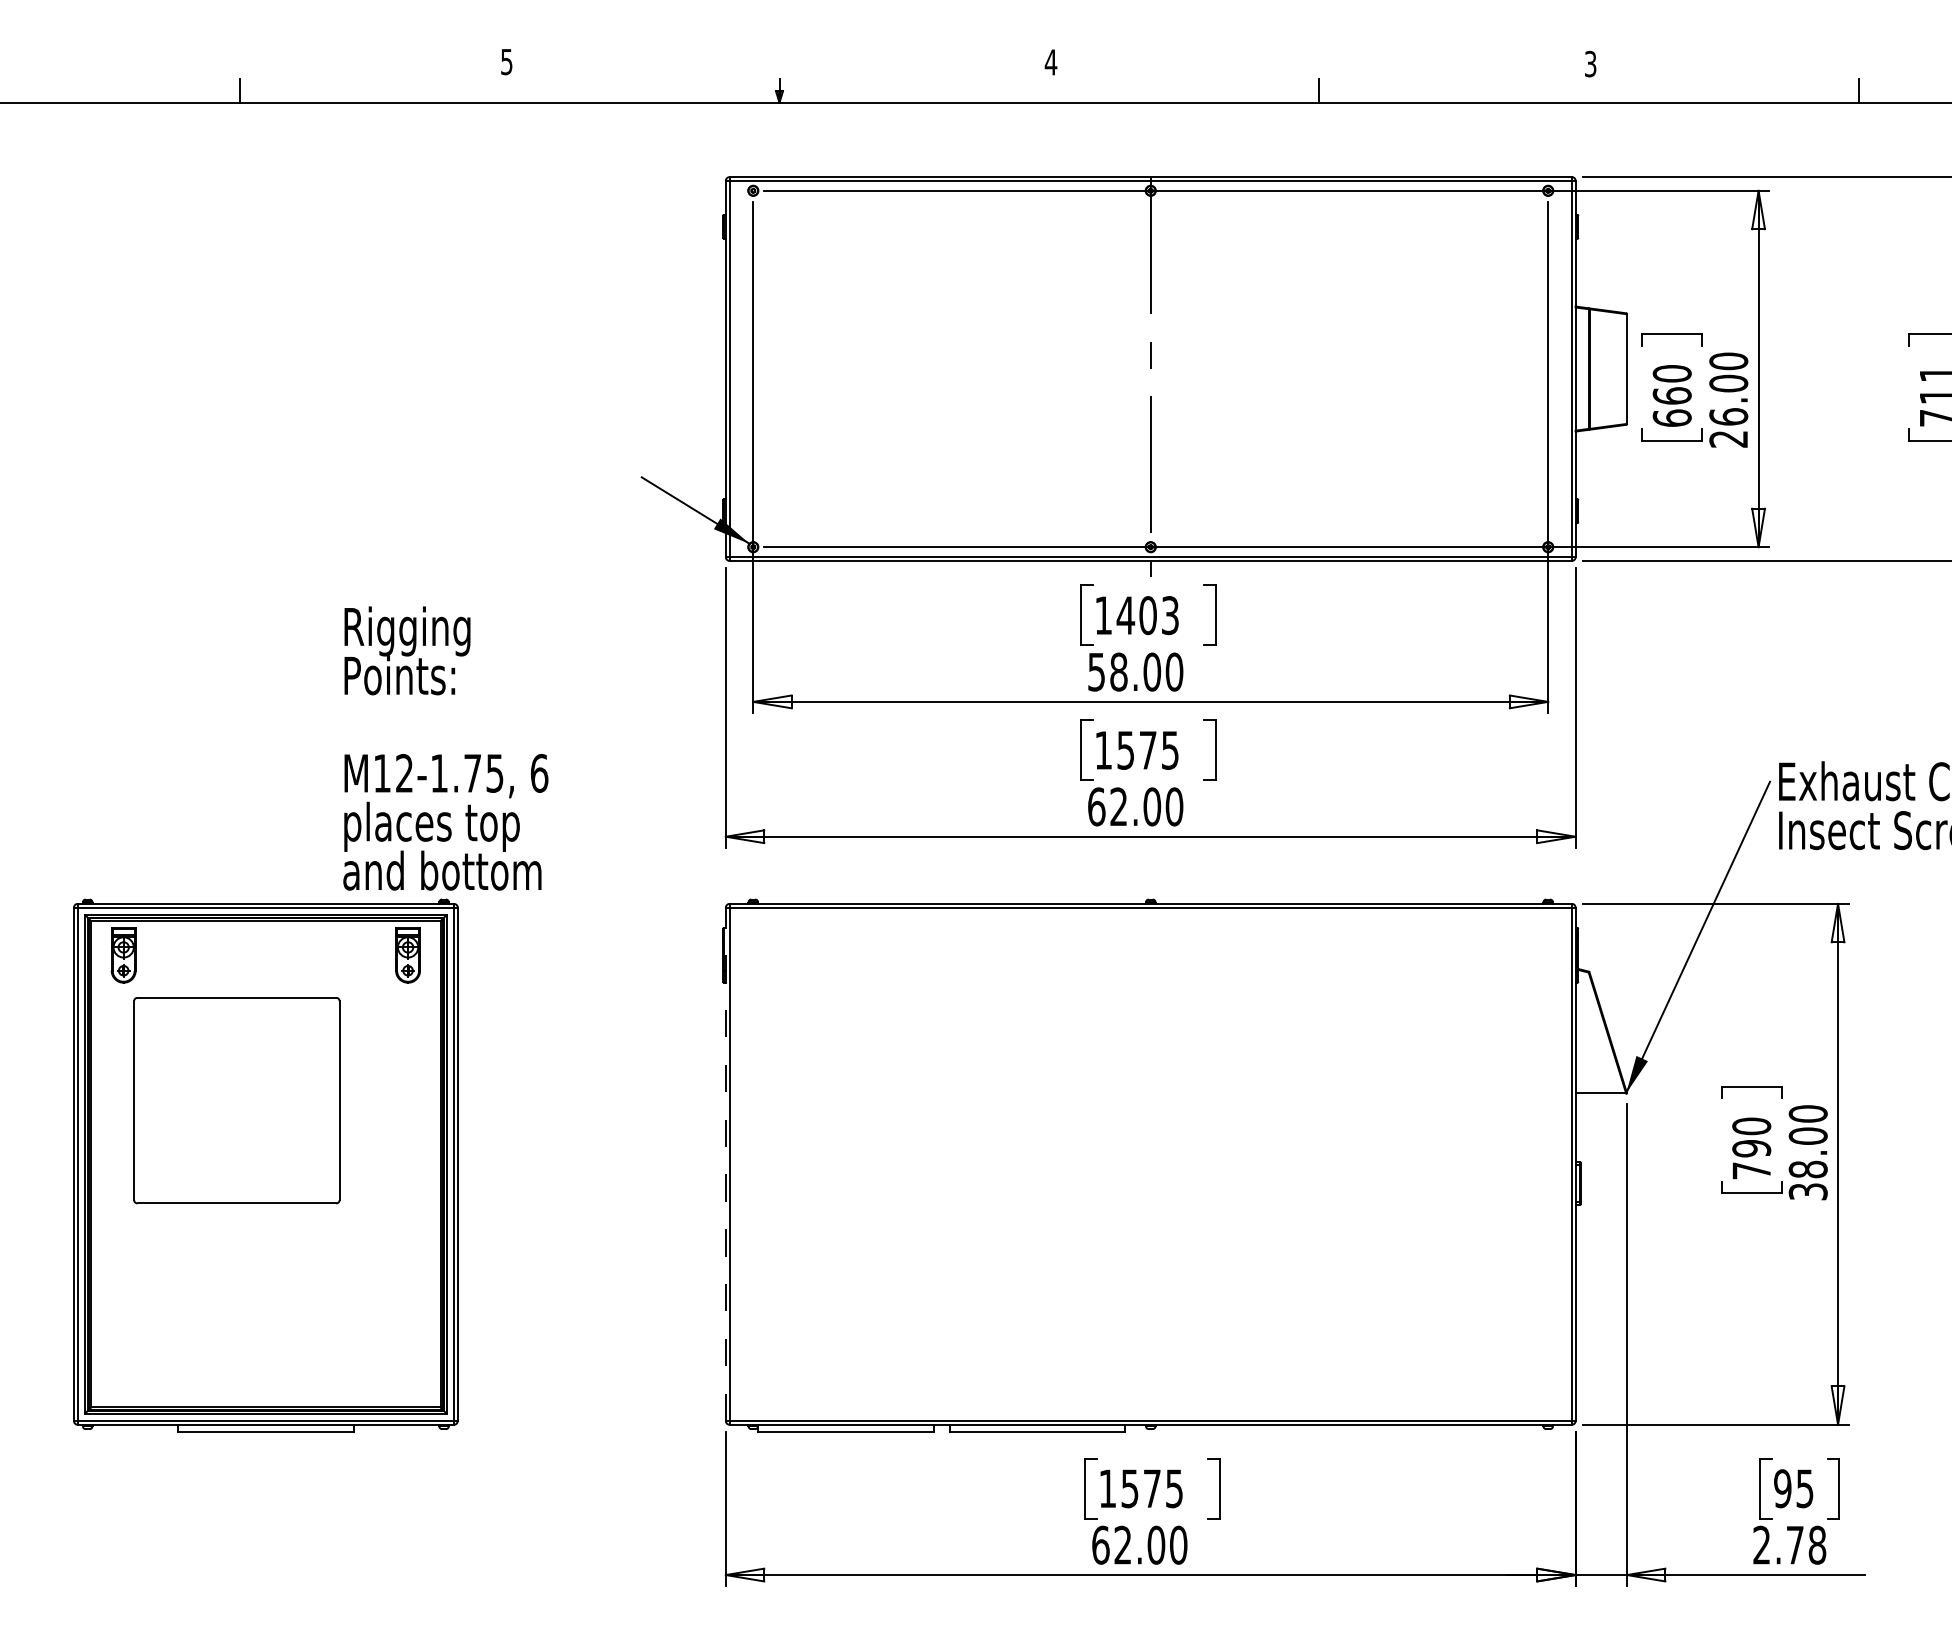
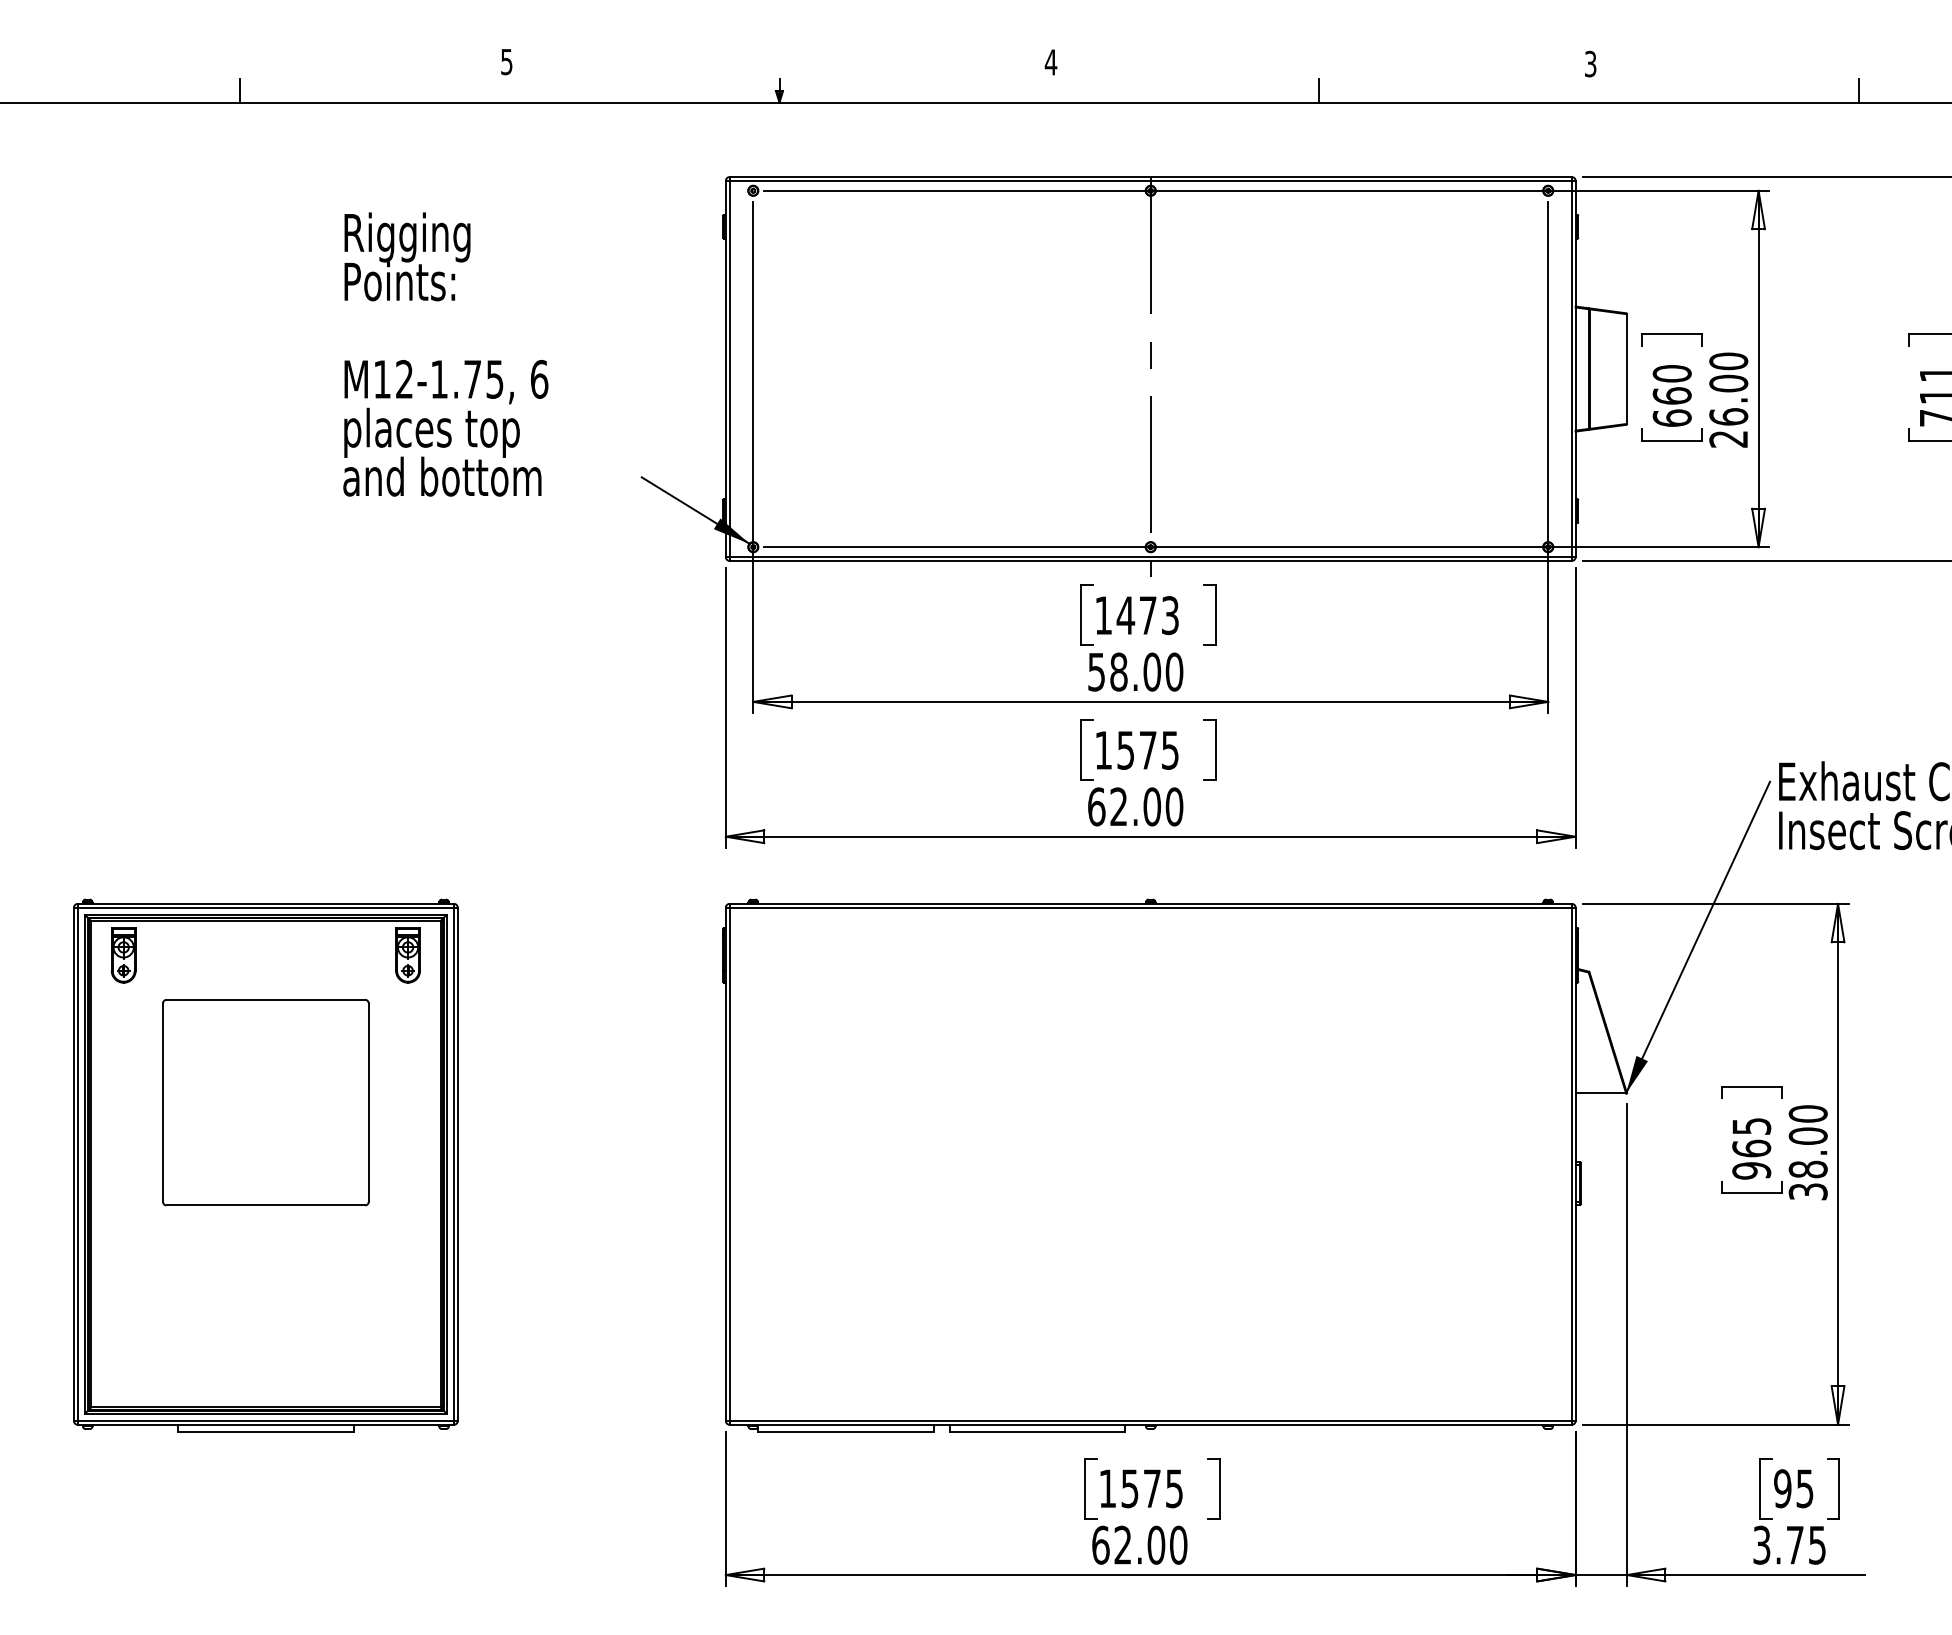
text at (1147, 615): 1403 -> 1473
text at (445, 748) position: (445, 748) -> (445, 354)
part at (236, 1100) position: (236, 1100) -> (265, 1102)
text at (1751, 1148): 790 -> 965
line at (725, 1164): dashed -> solid
text at (1789, 1544): 2.78 -> 3.75
